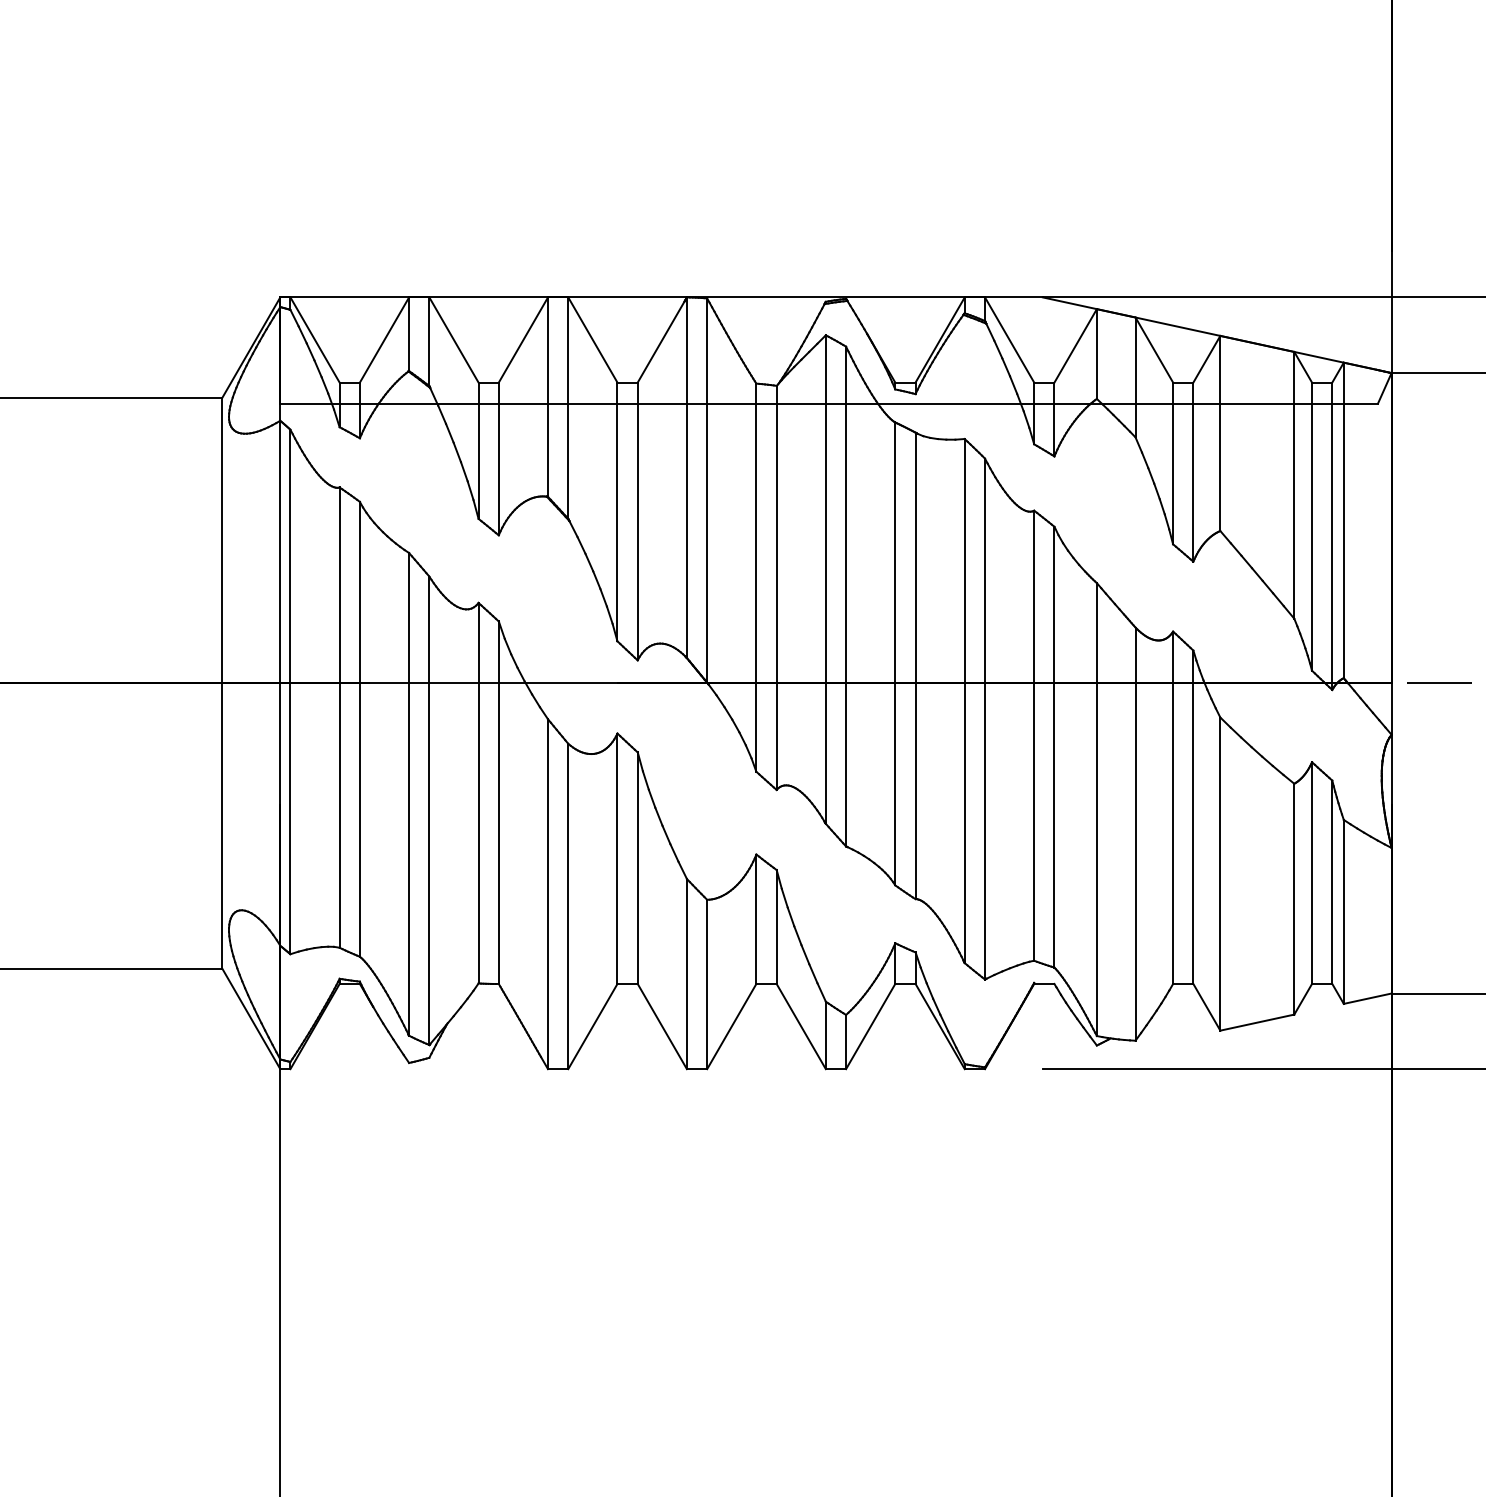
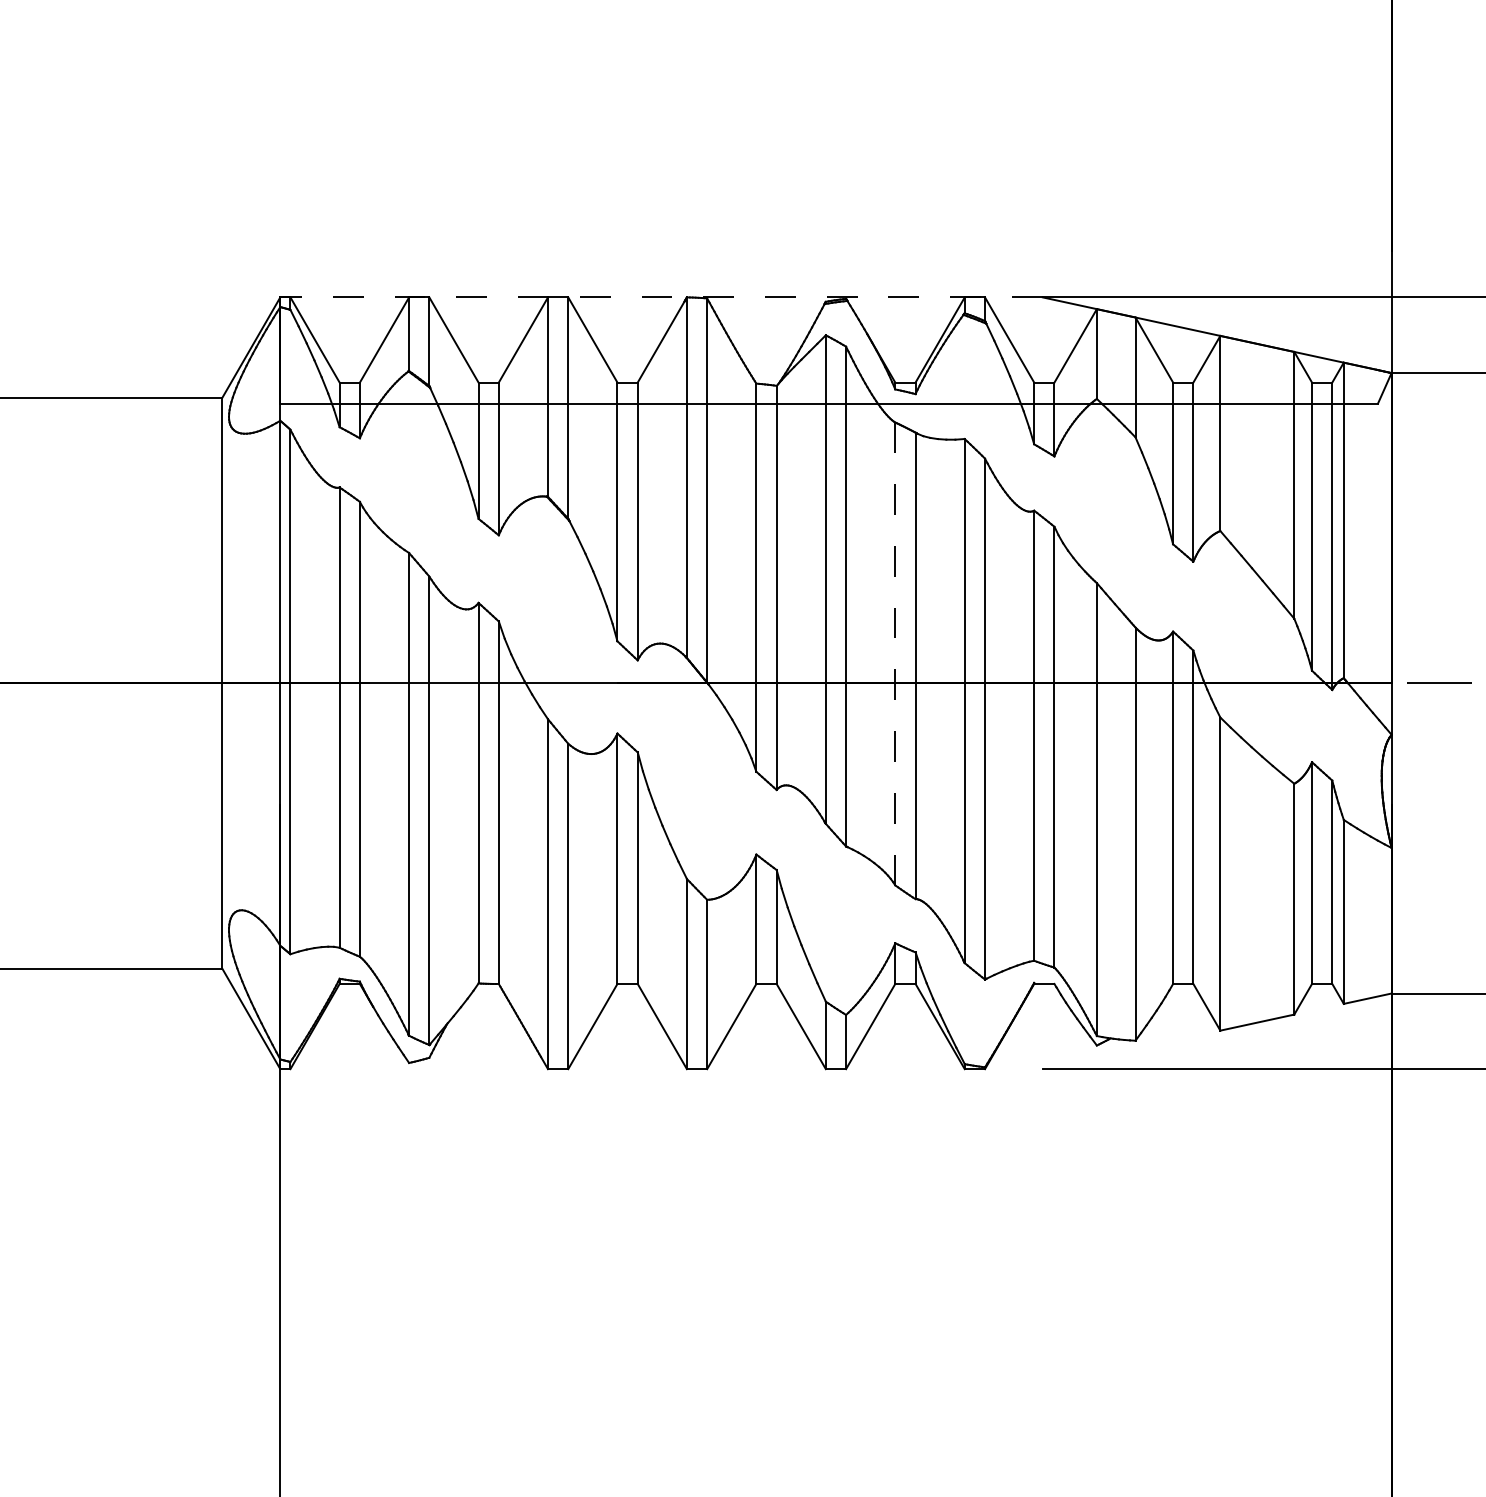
line at (661, 297): solid -> dashed
line at (895, 653): solid -> dashed
